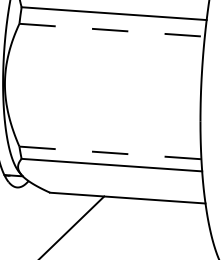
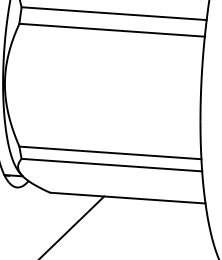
line at (112, 30): dashed -> solid
line at (110, 152): dashed -> solid
